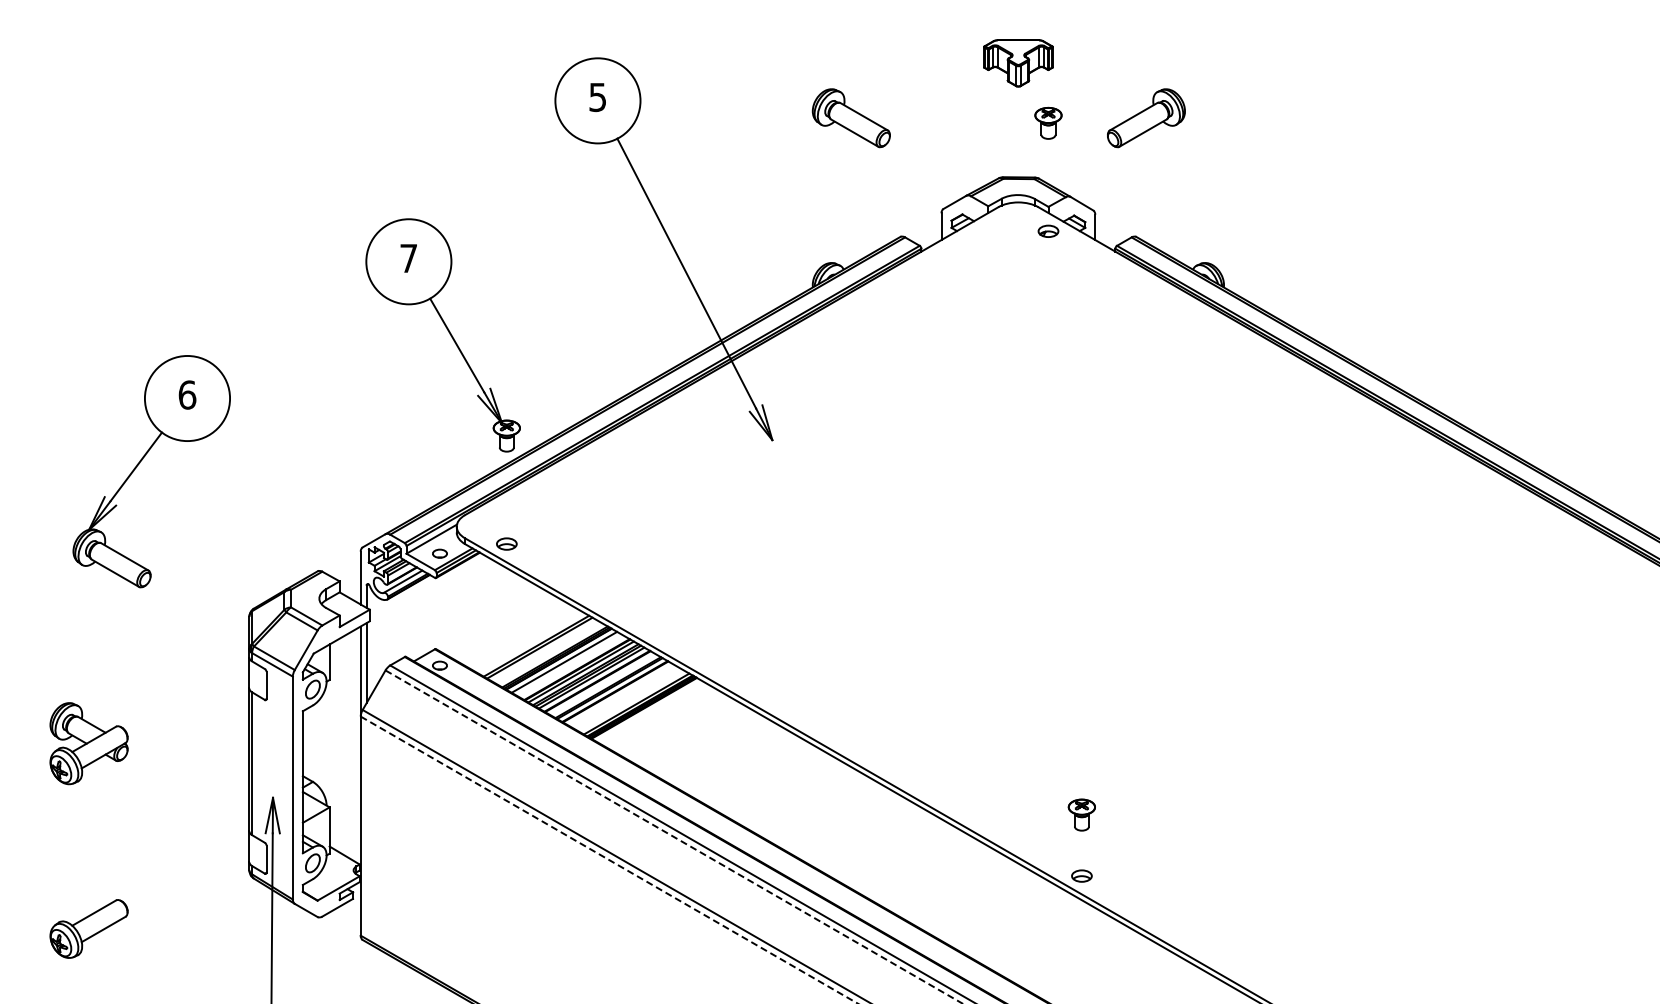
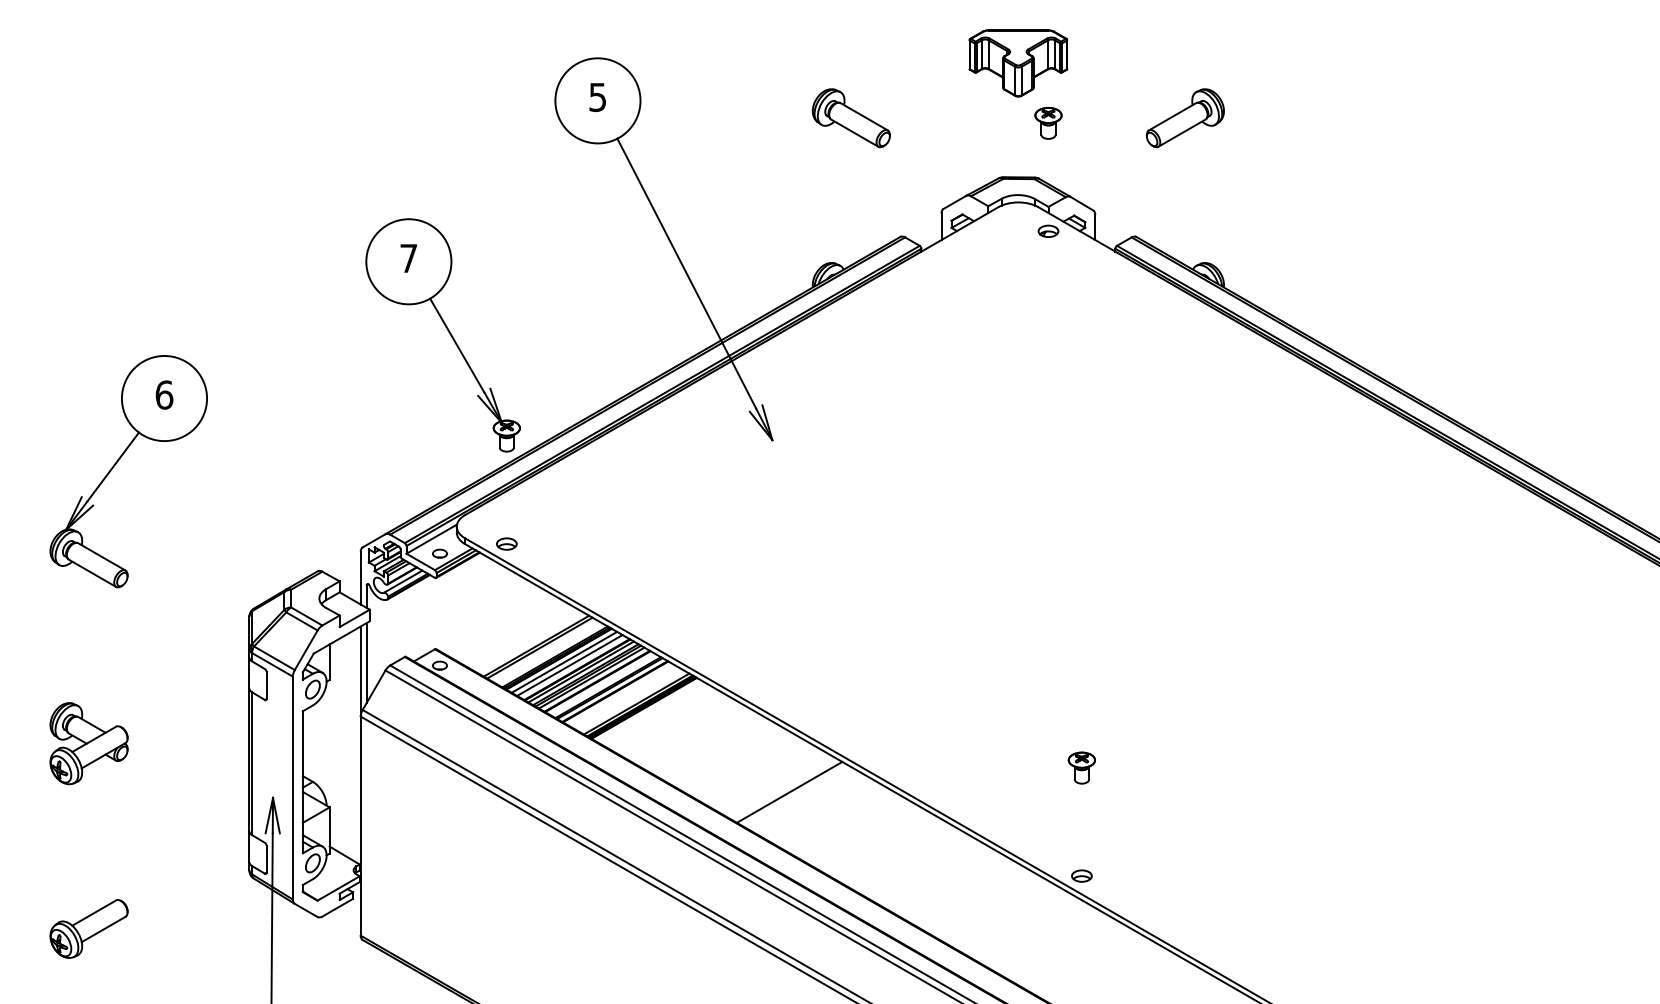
part at (1018, 63) size: 71x49 px -> 101x69 px
part at (1146, 118) position: (1146, 118) -> (1185, 118)
part at (139, 464) position: (139, 464) -> (116, 464)
line at (569, 665): none -> present
line at (789, 791): none -> present
part at (1081, 814) position: (1081, 814) -> (1081, 767)
line at (674, 837): dashed -> solid
line at (609, 860): dashed -> solid
